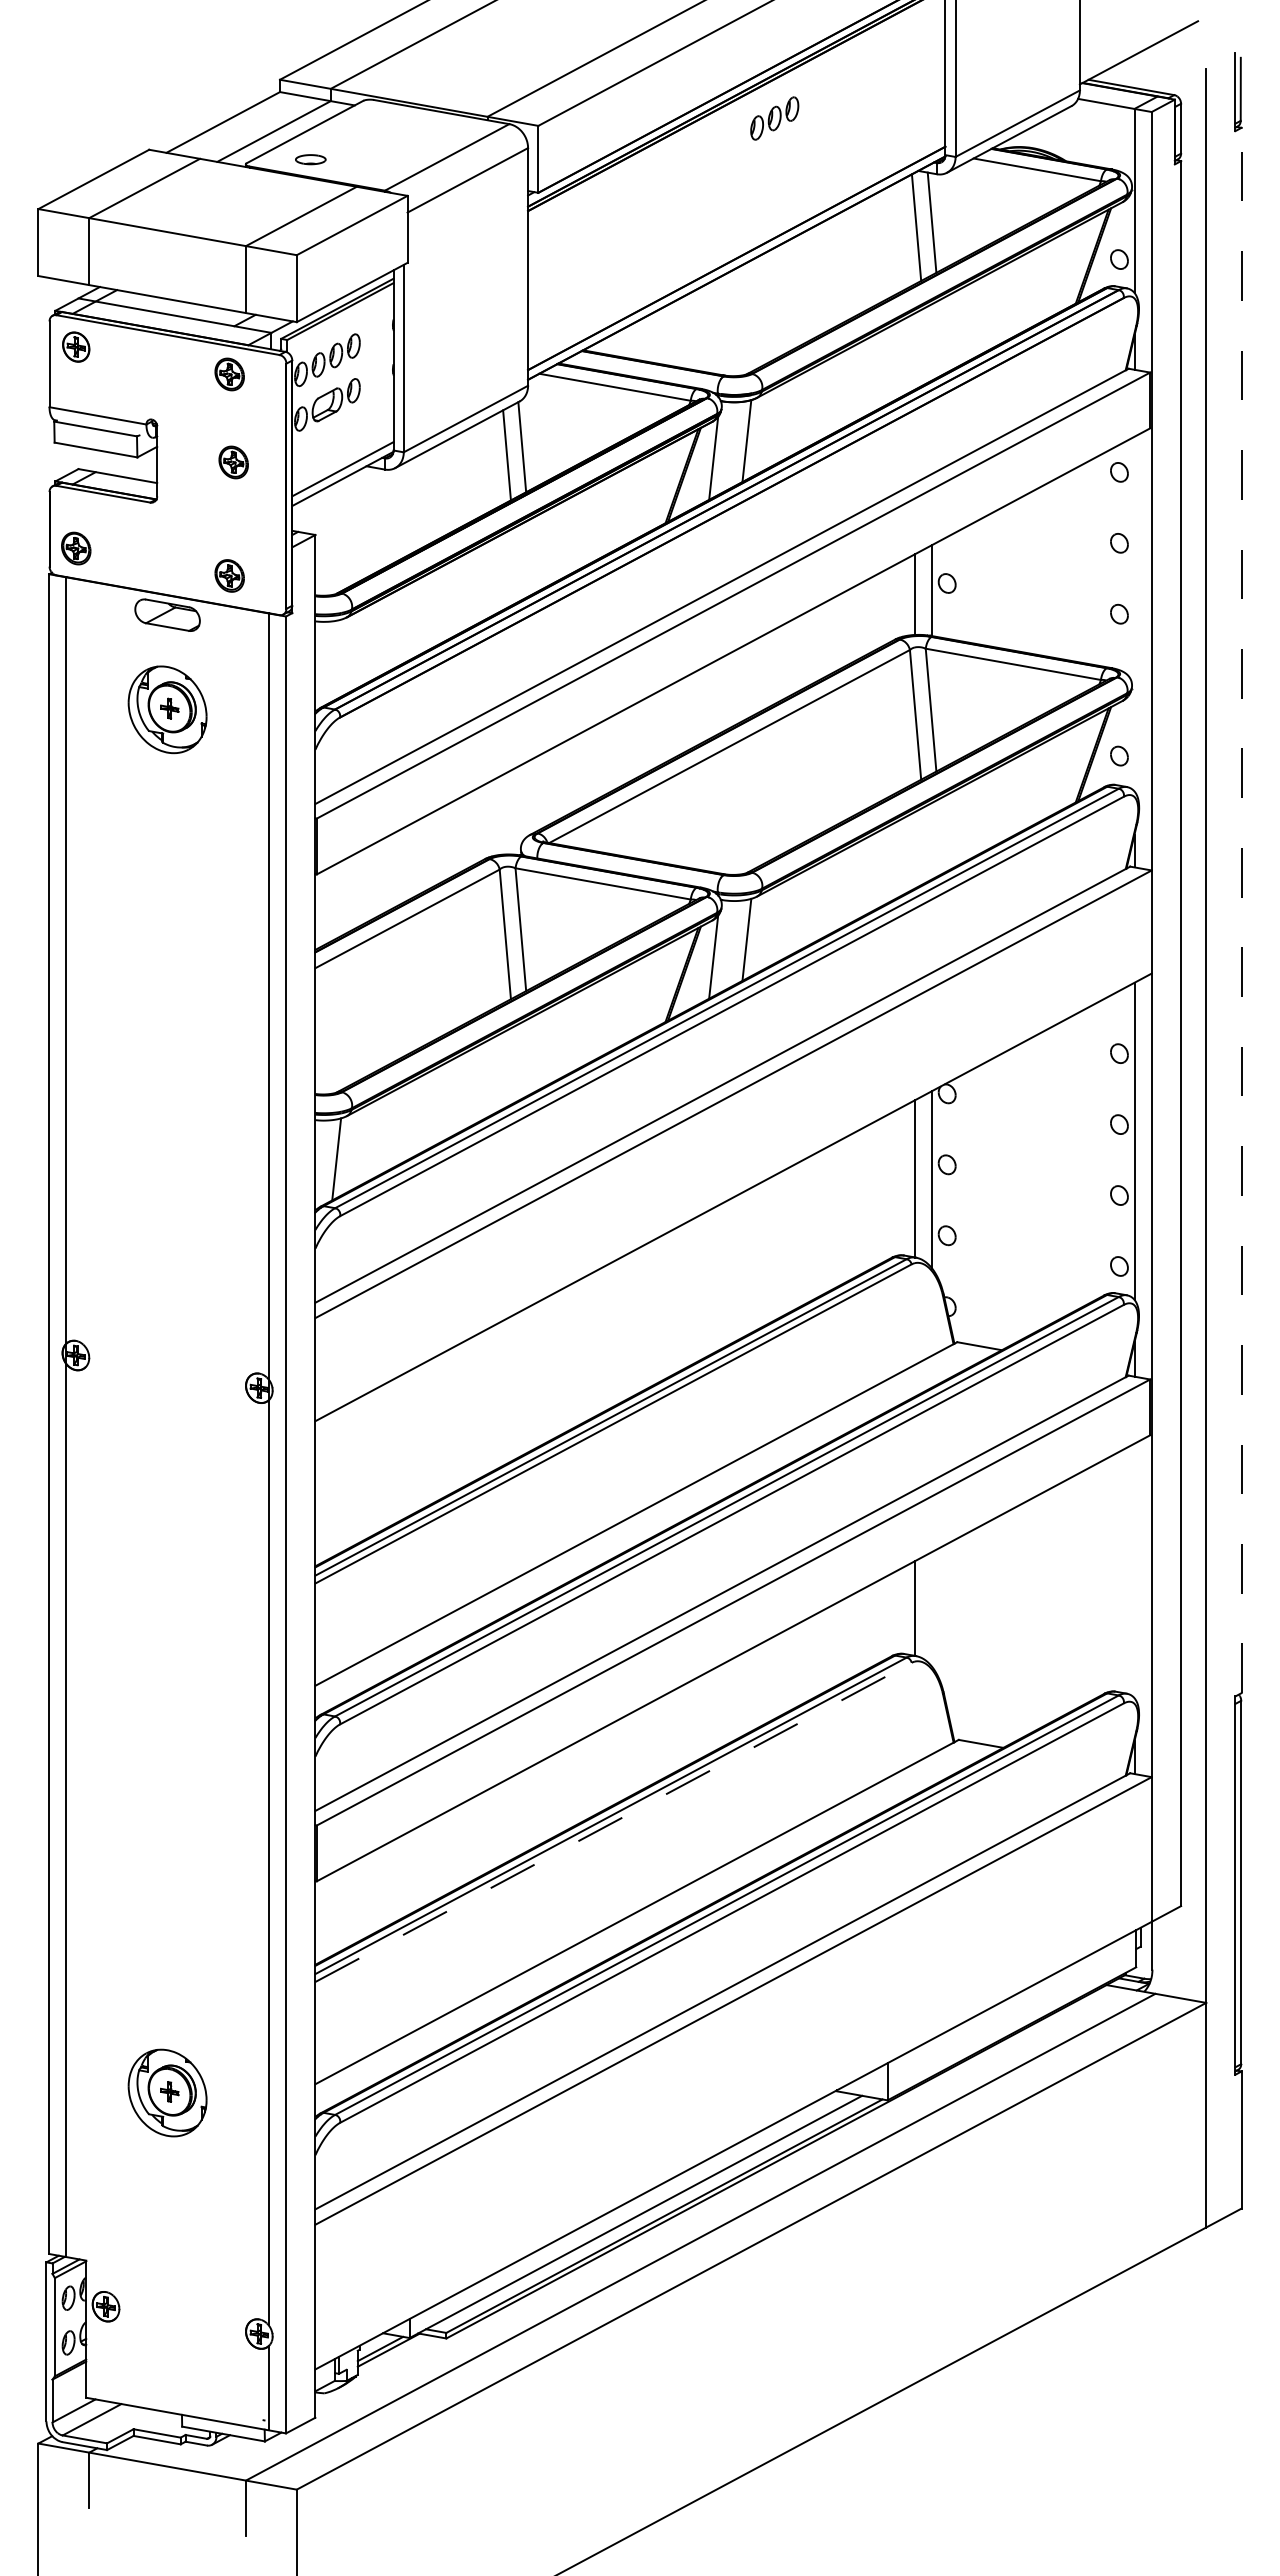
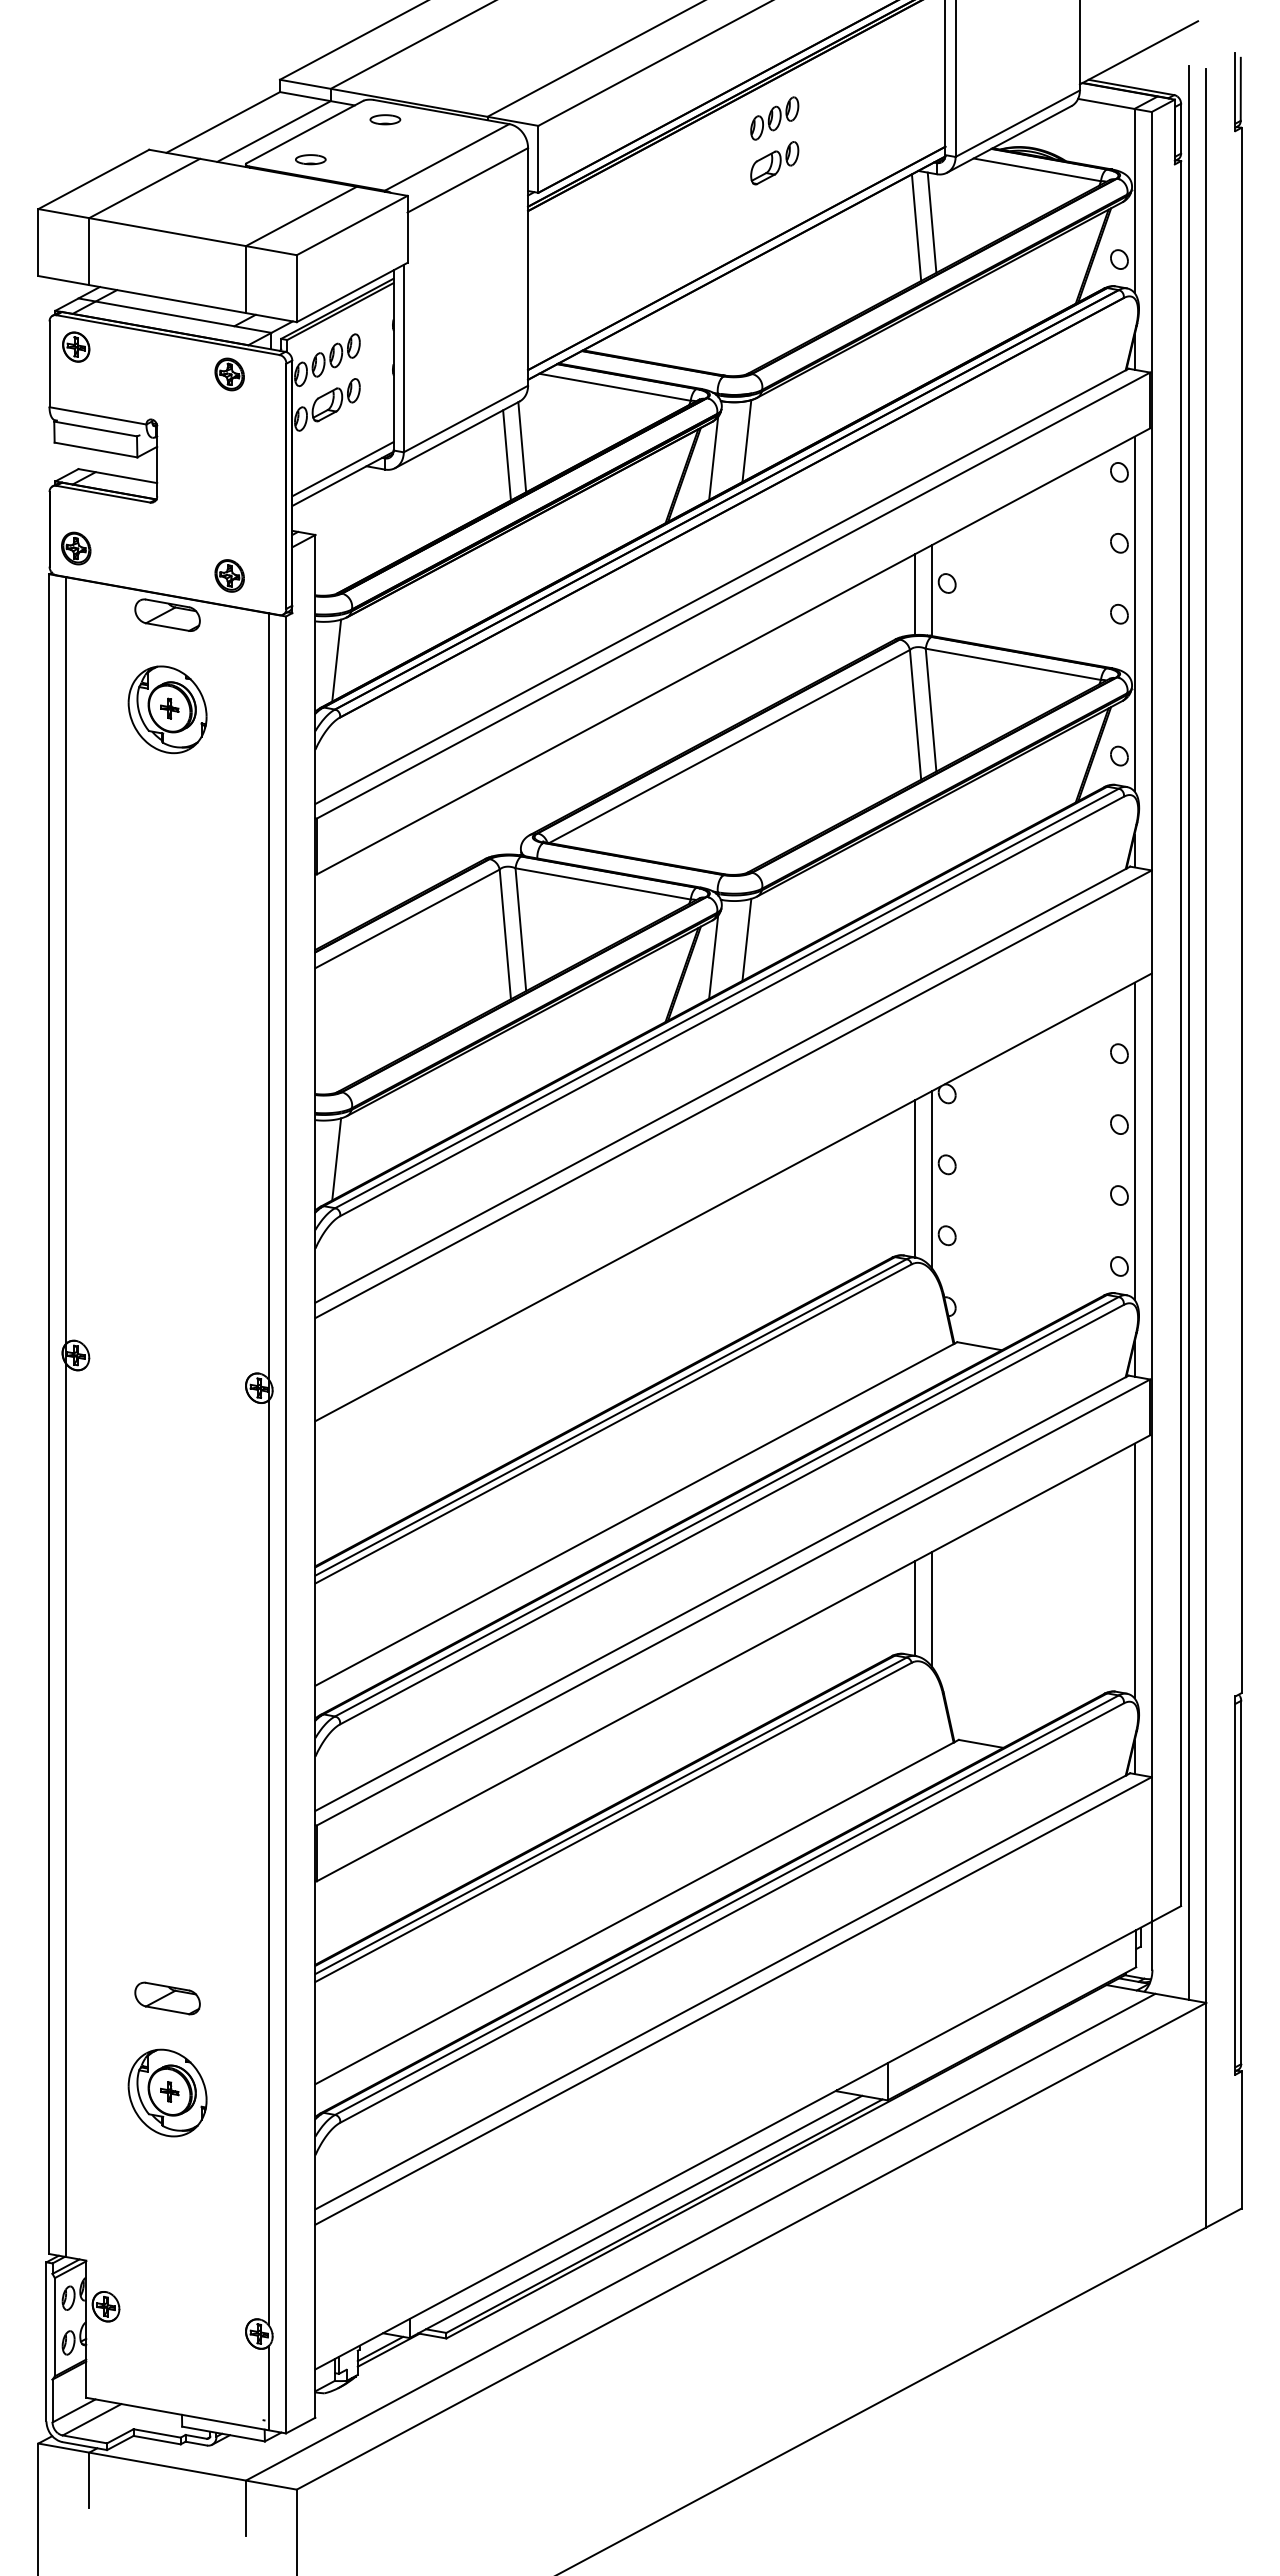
part at (385, 119): none -> present
part at (774, 163): none -> present
part at (233, 462): present -> none
line at (1134, 613): none -> present
line at (336, 660): none -> present
line at (1241, 910): dashed -> solid
line at (1189, 1032): none -> present
line at (1134, 1570): none -> present
line at (932, 1609): none -> present
line at (614, 1822): dashed -> solid
part at (167, 1998): none -> present
